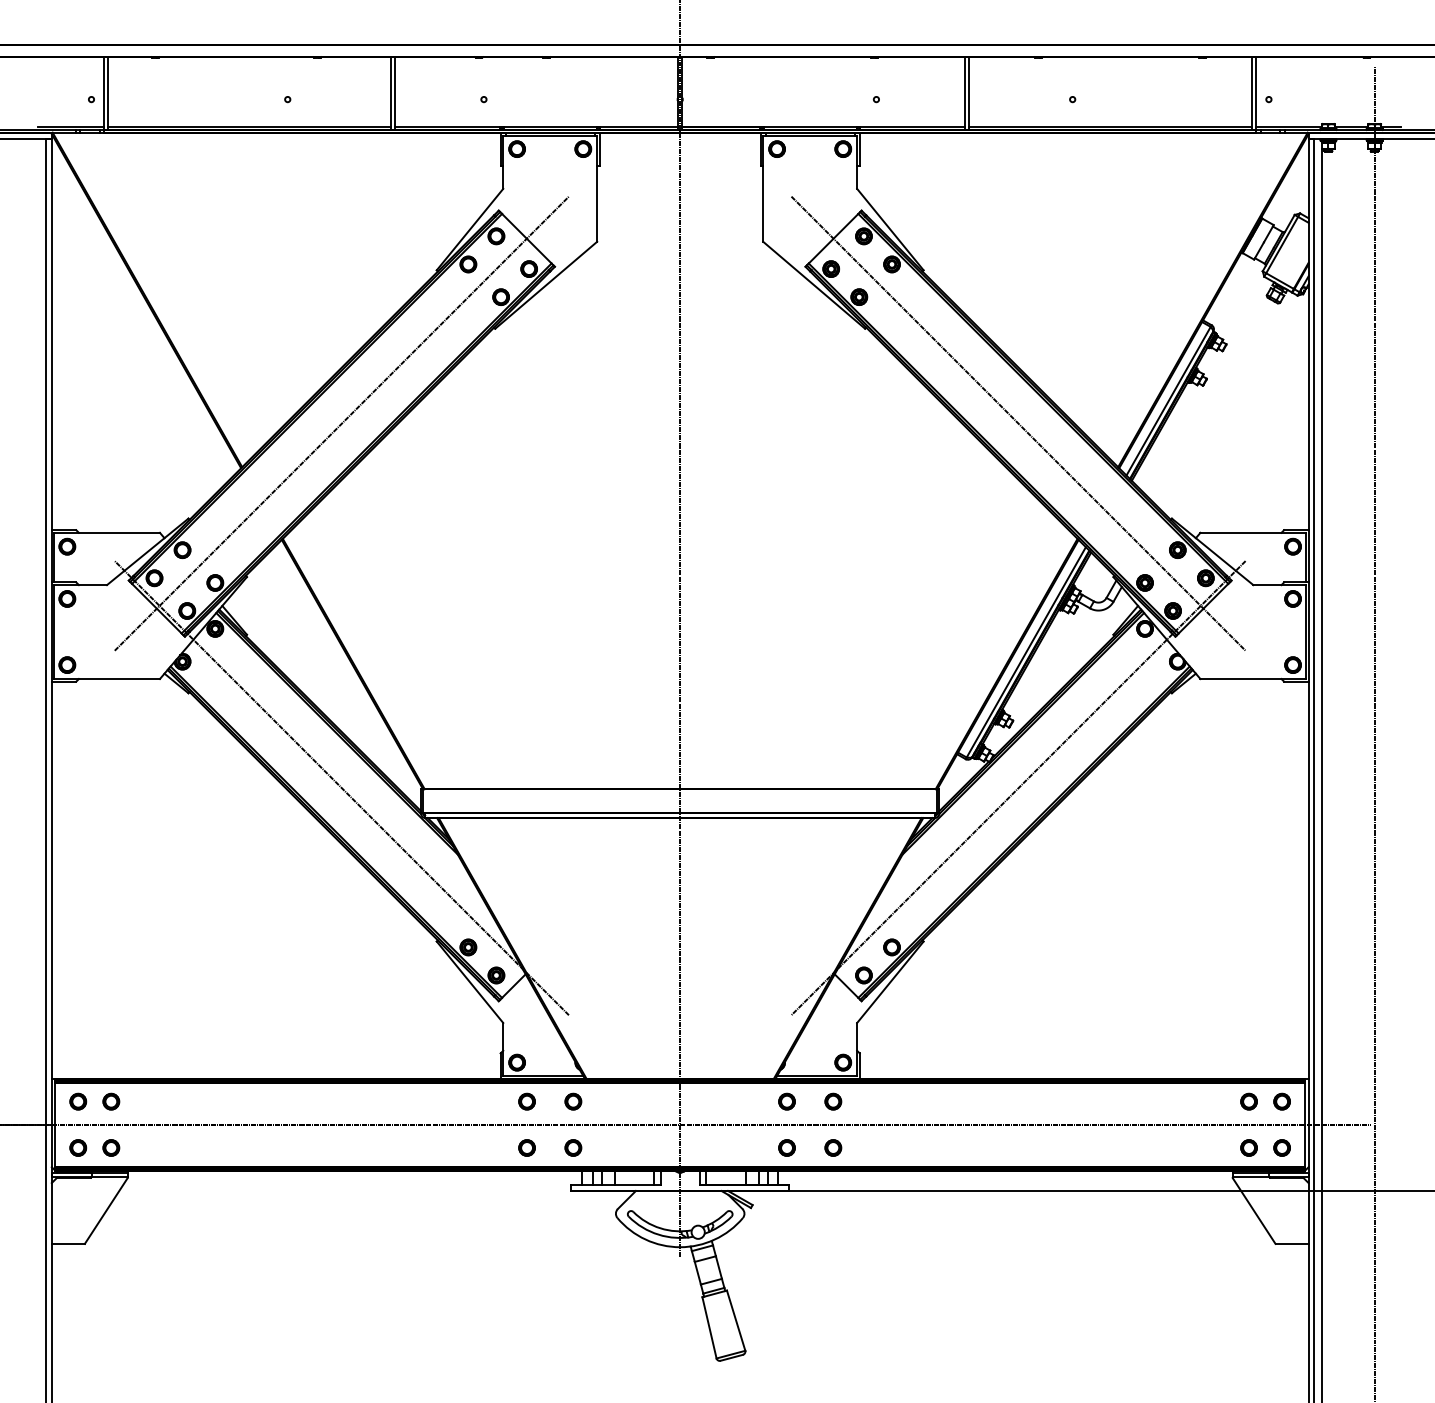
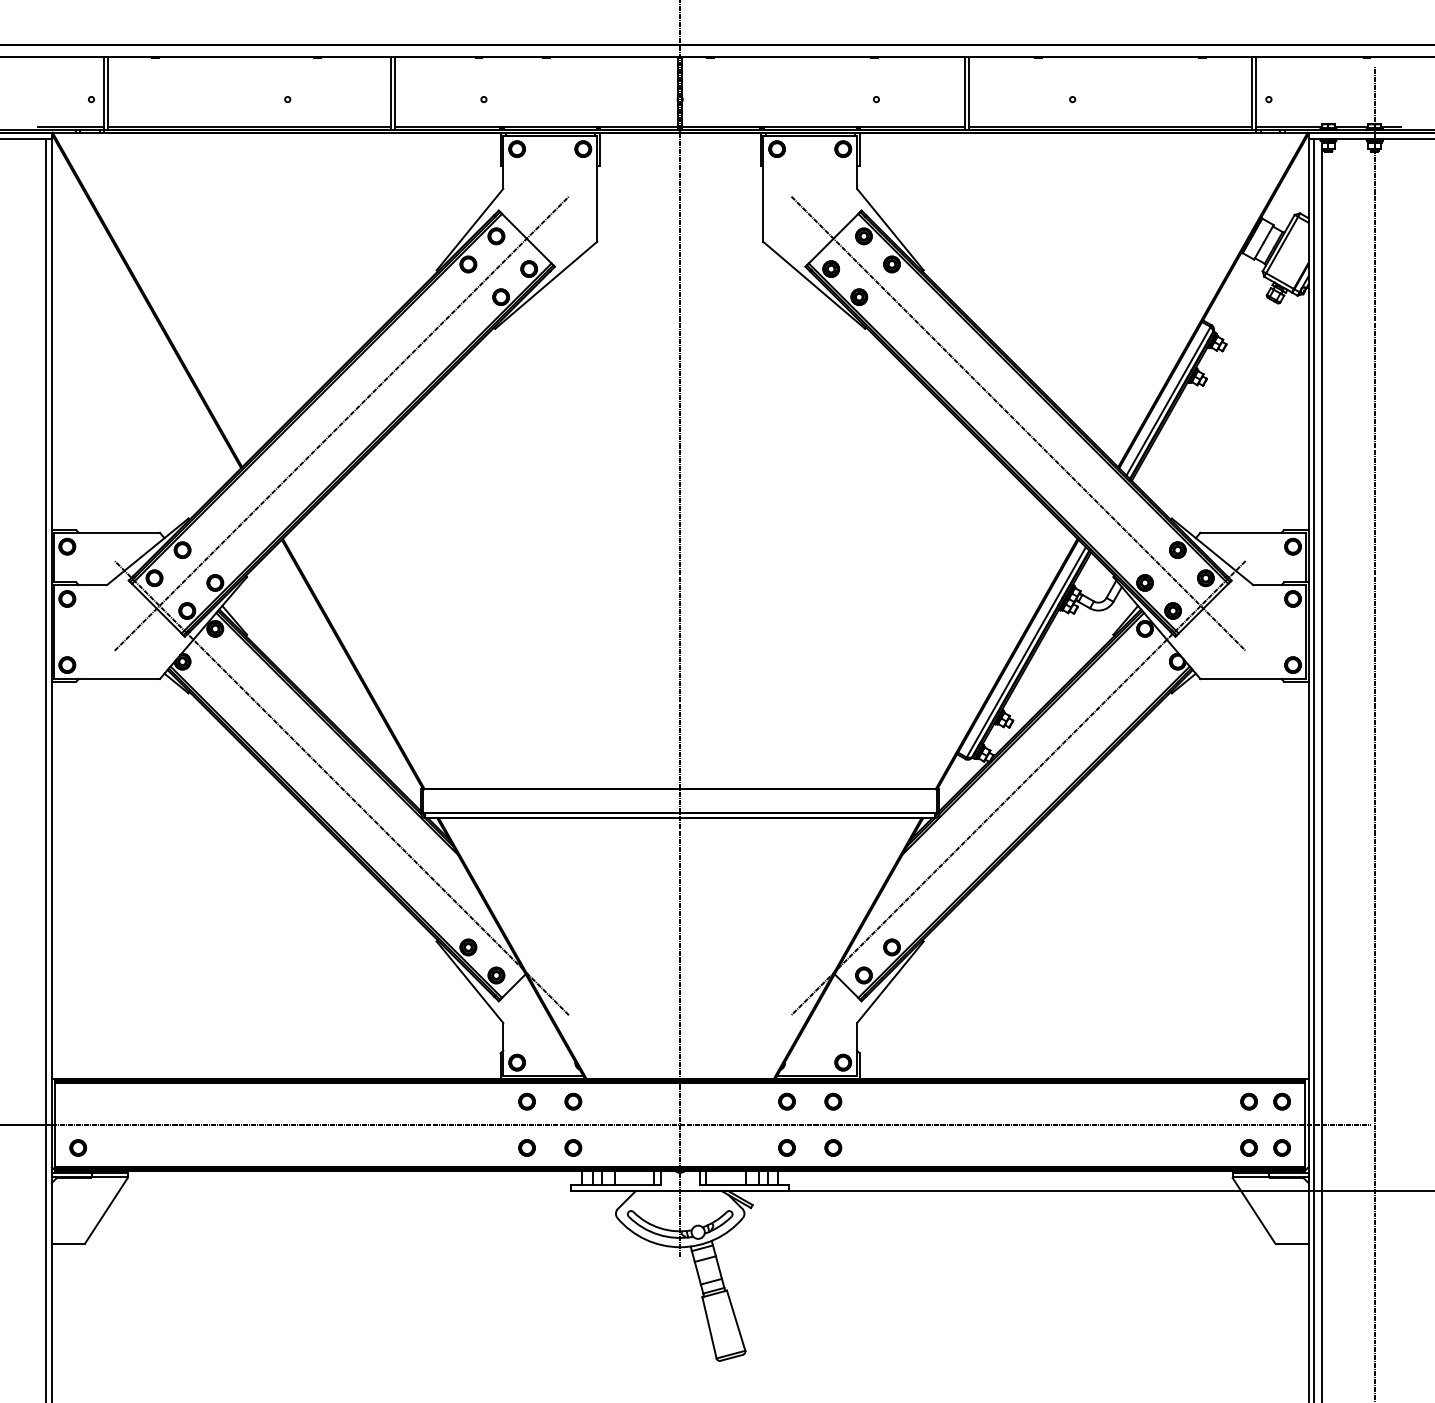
part at (78, 1101): present -> none
part at (111, 1101): present -> none
part at (111, 1147): present -> none
